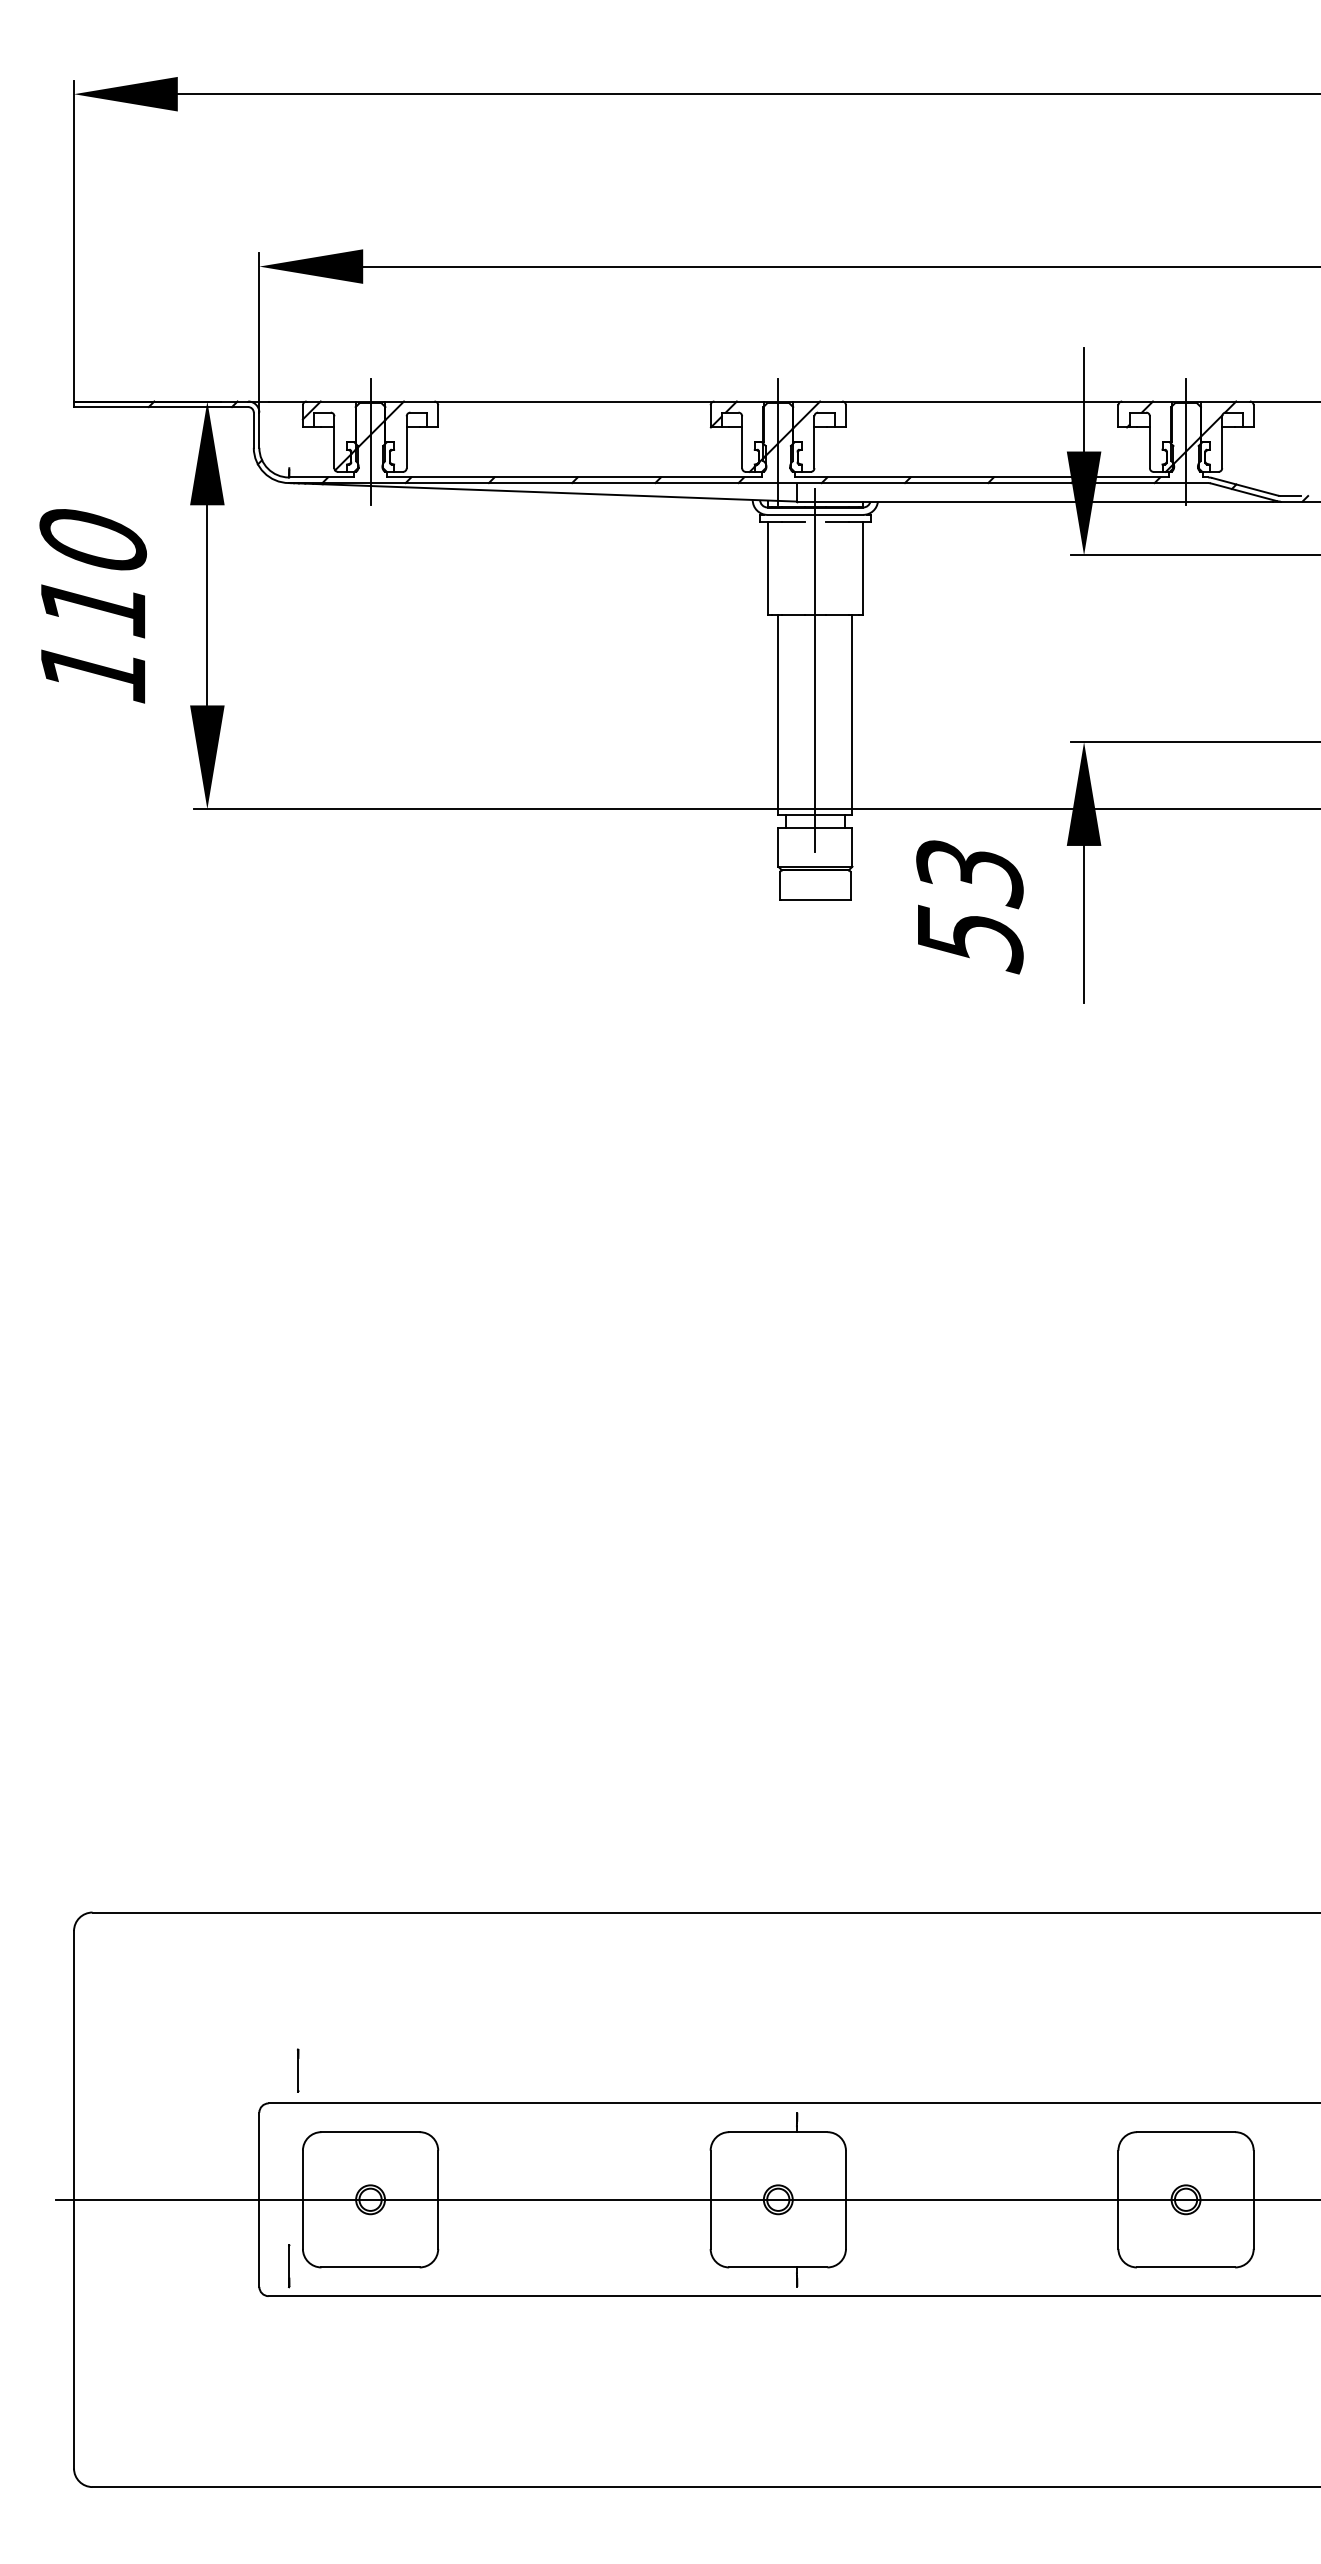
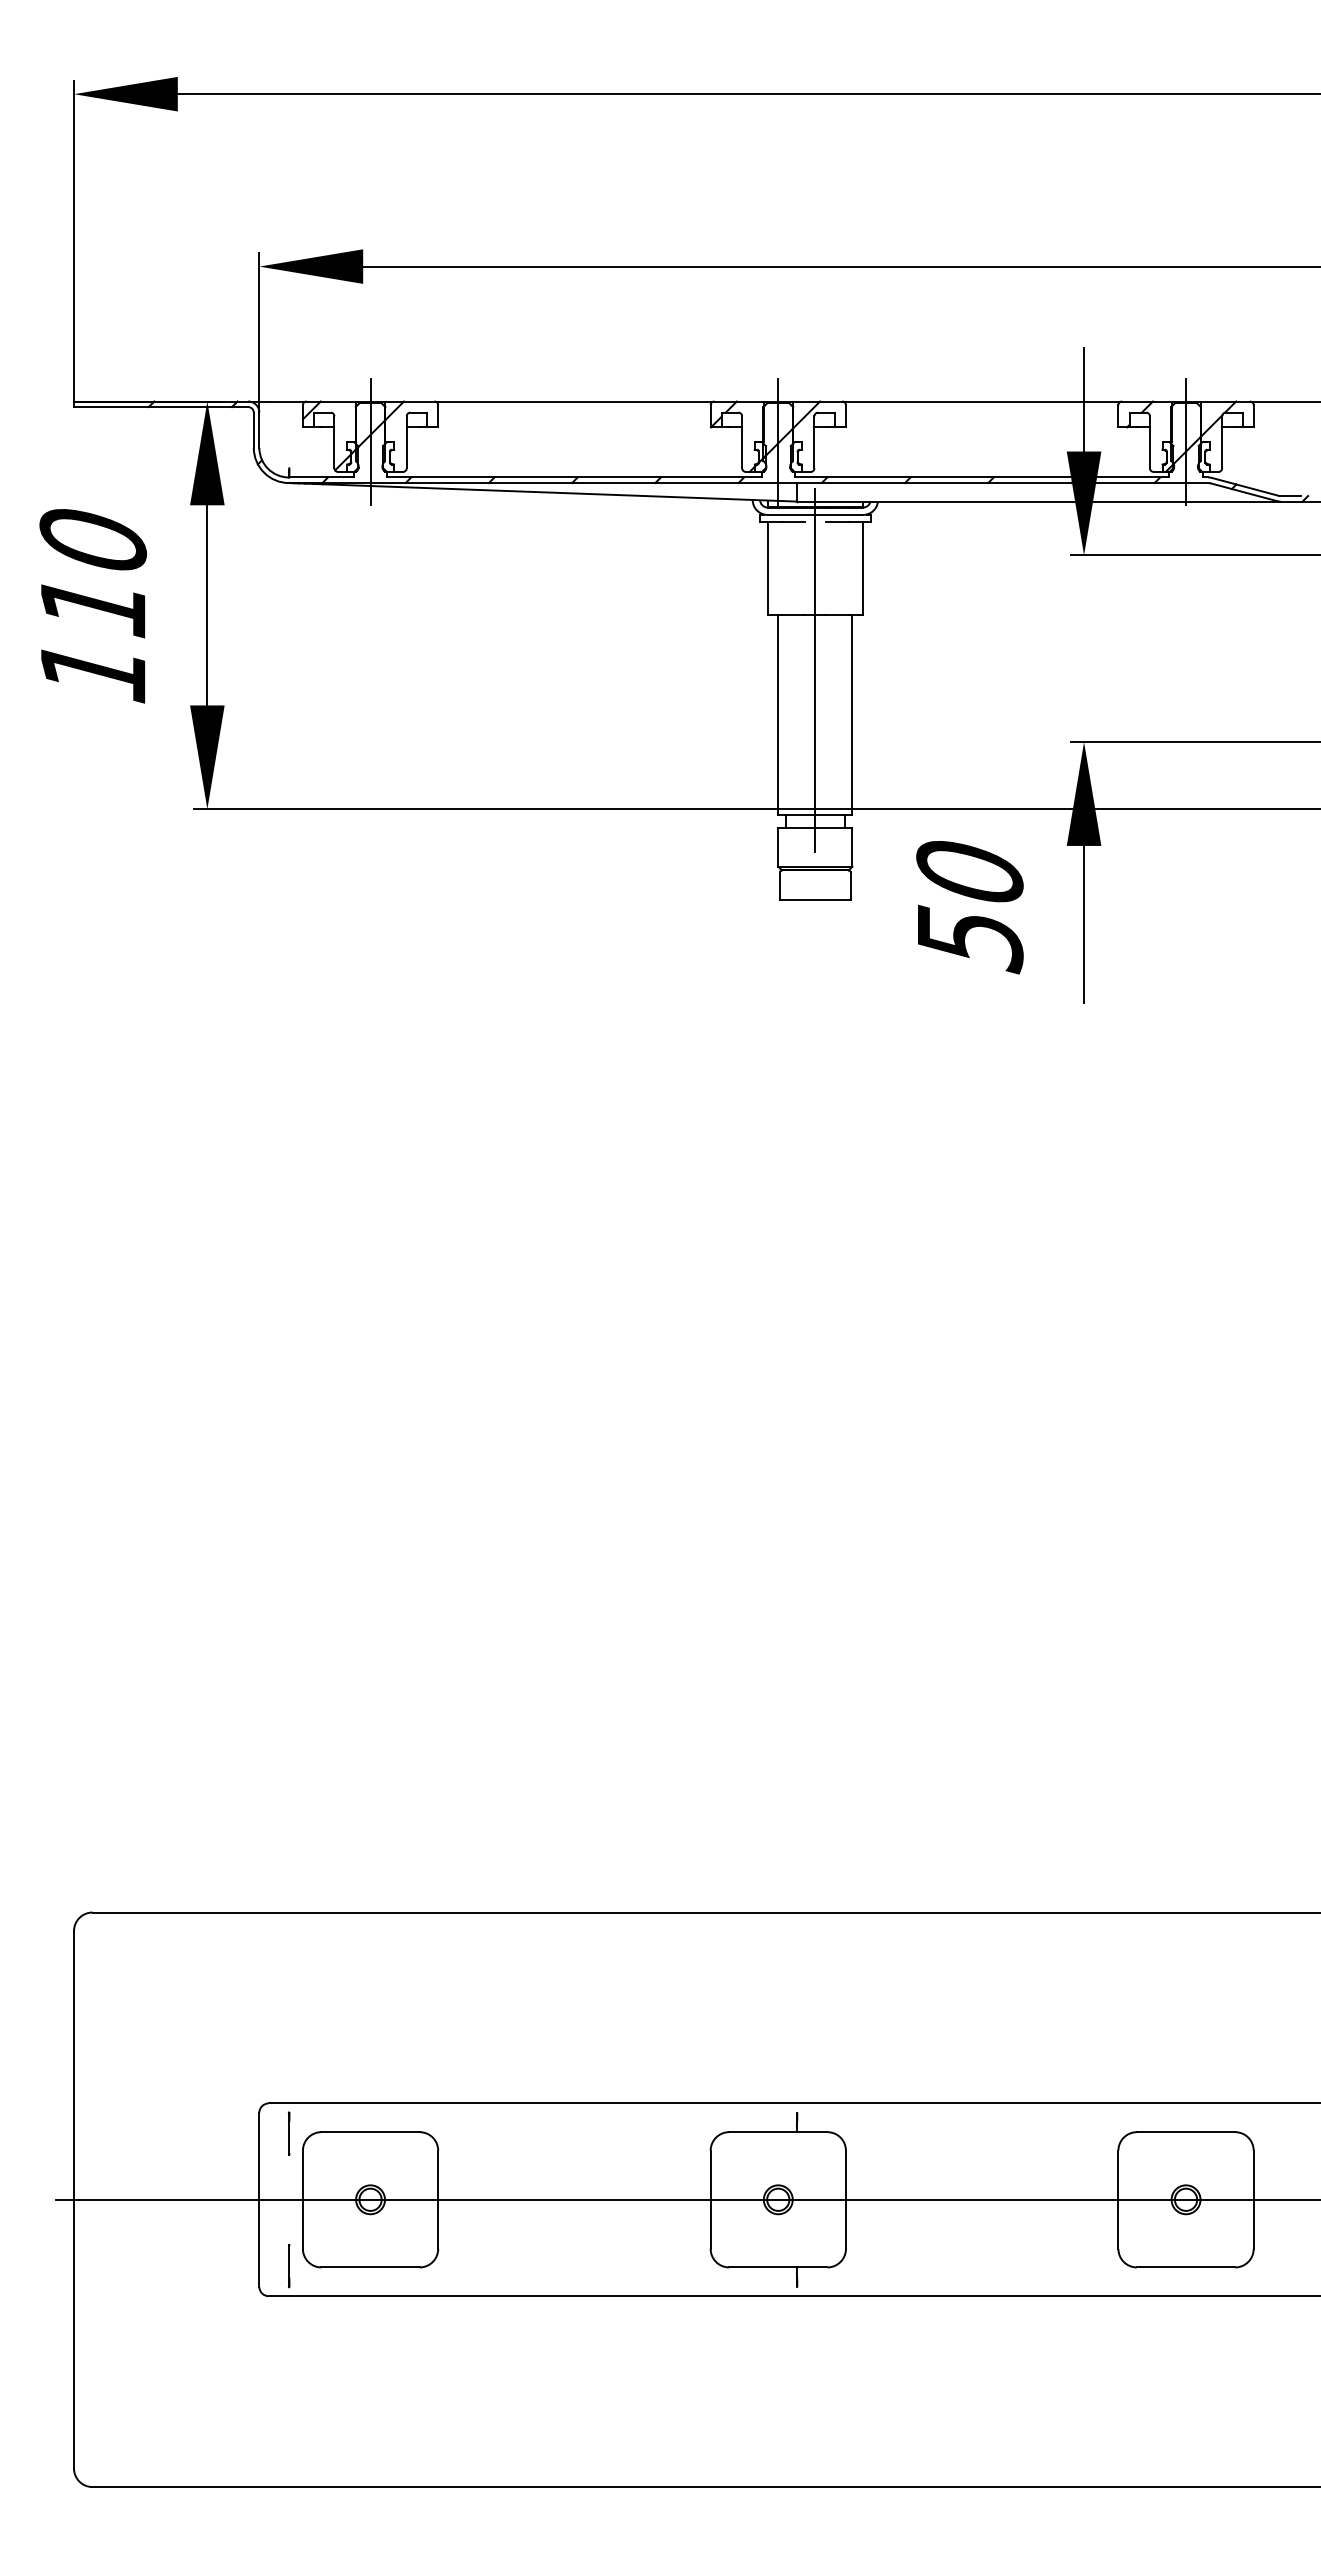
text at (969, 874): 53 -> 50
line at (298, 2070) position: (298, 2070) -> (289, 2133)
